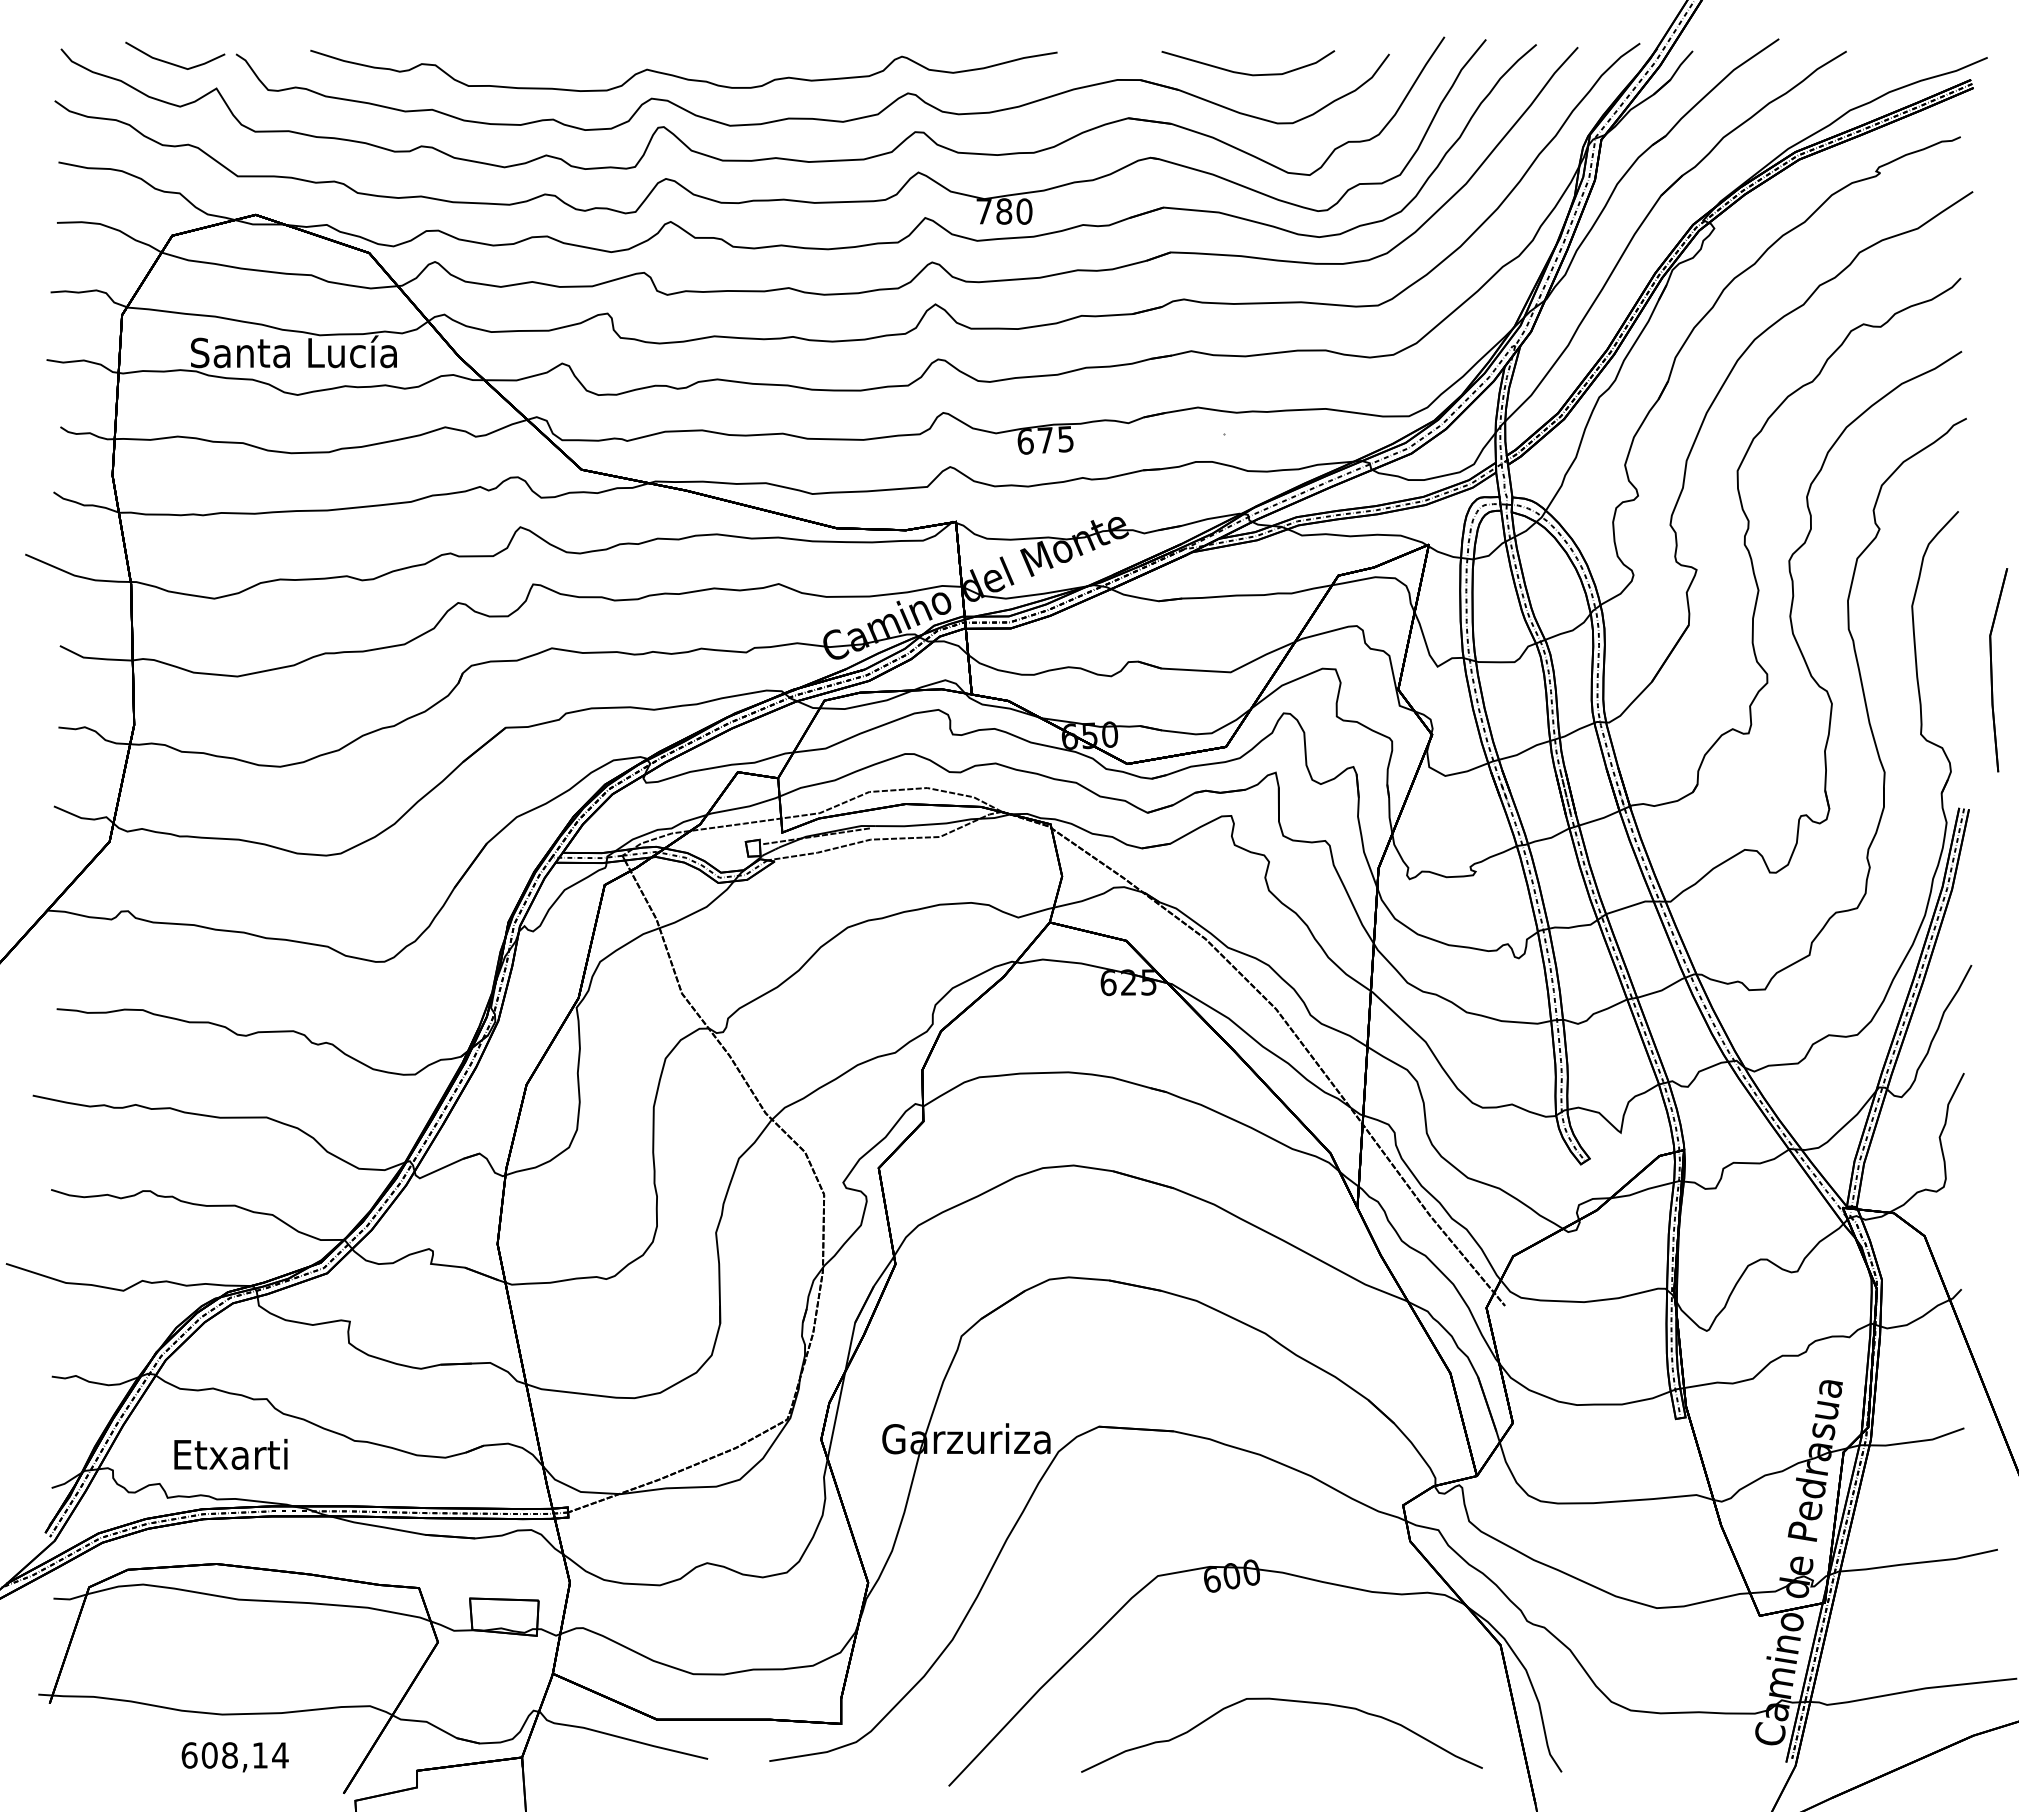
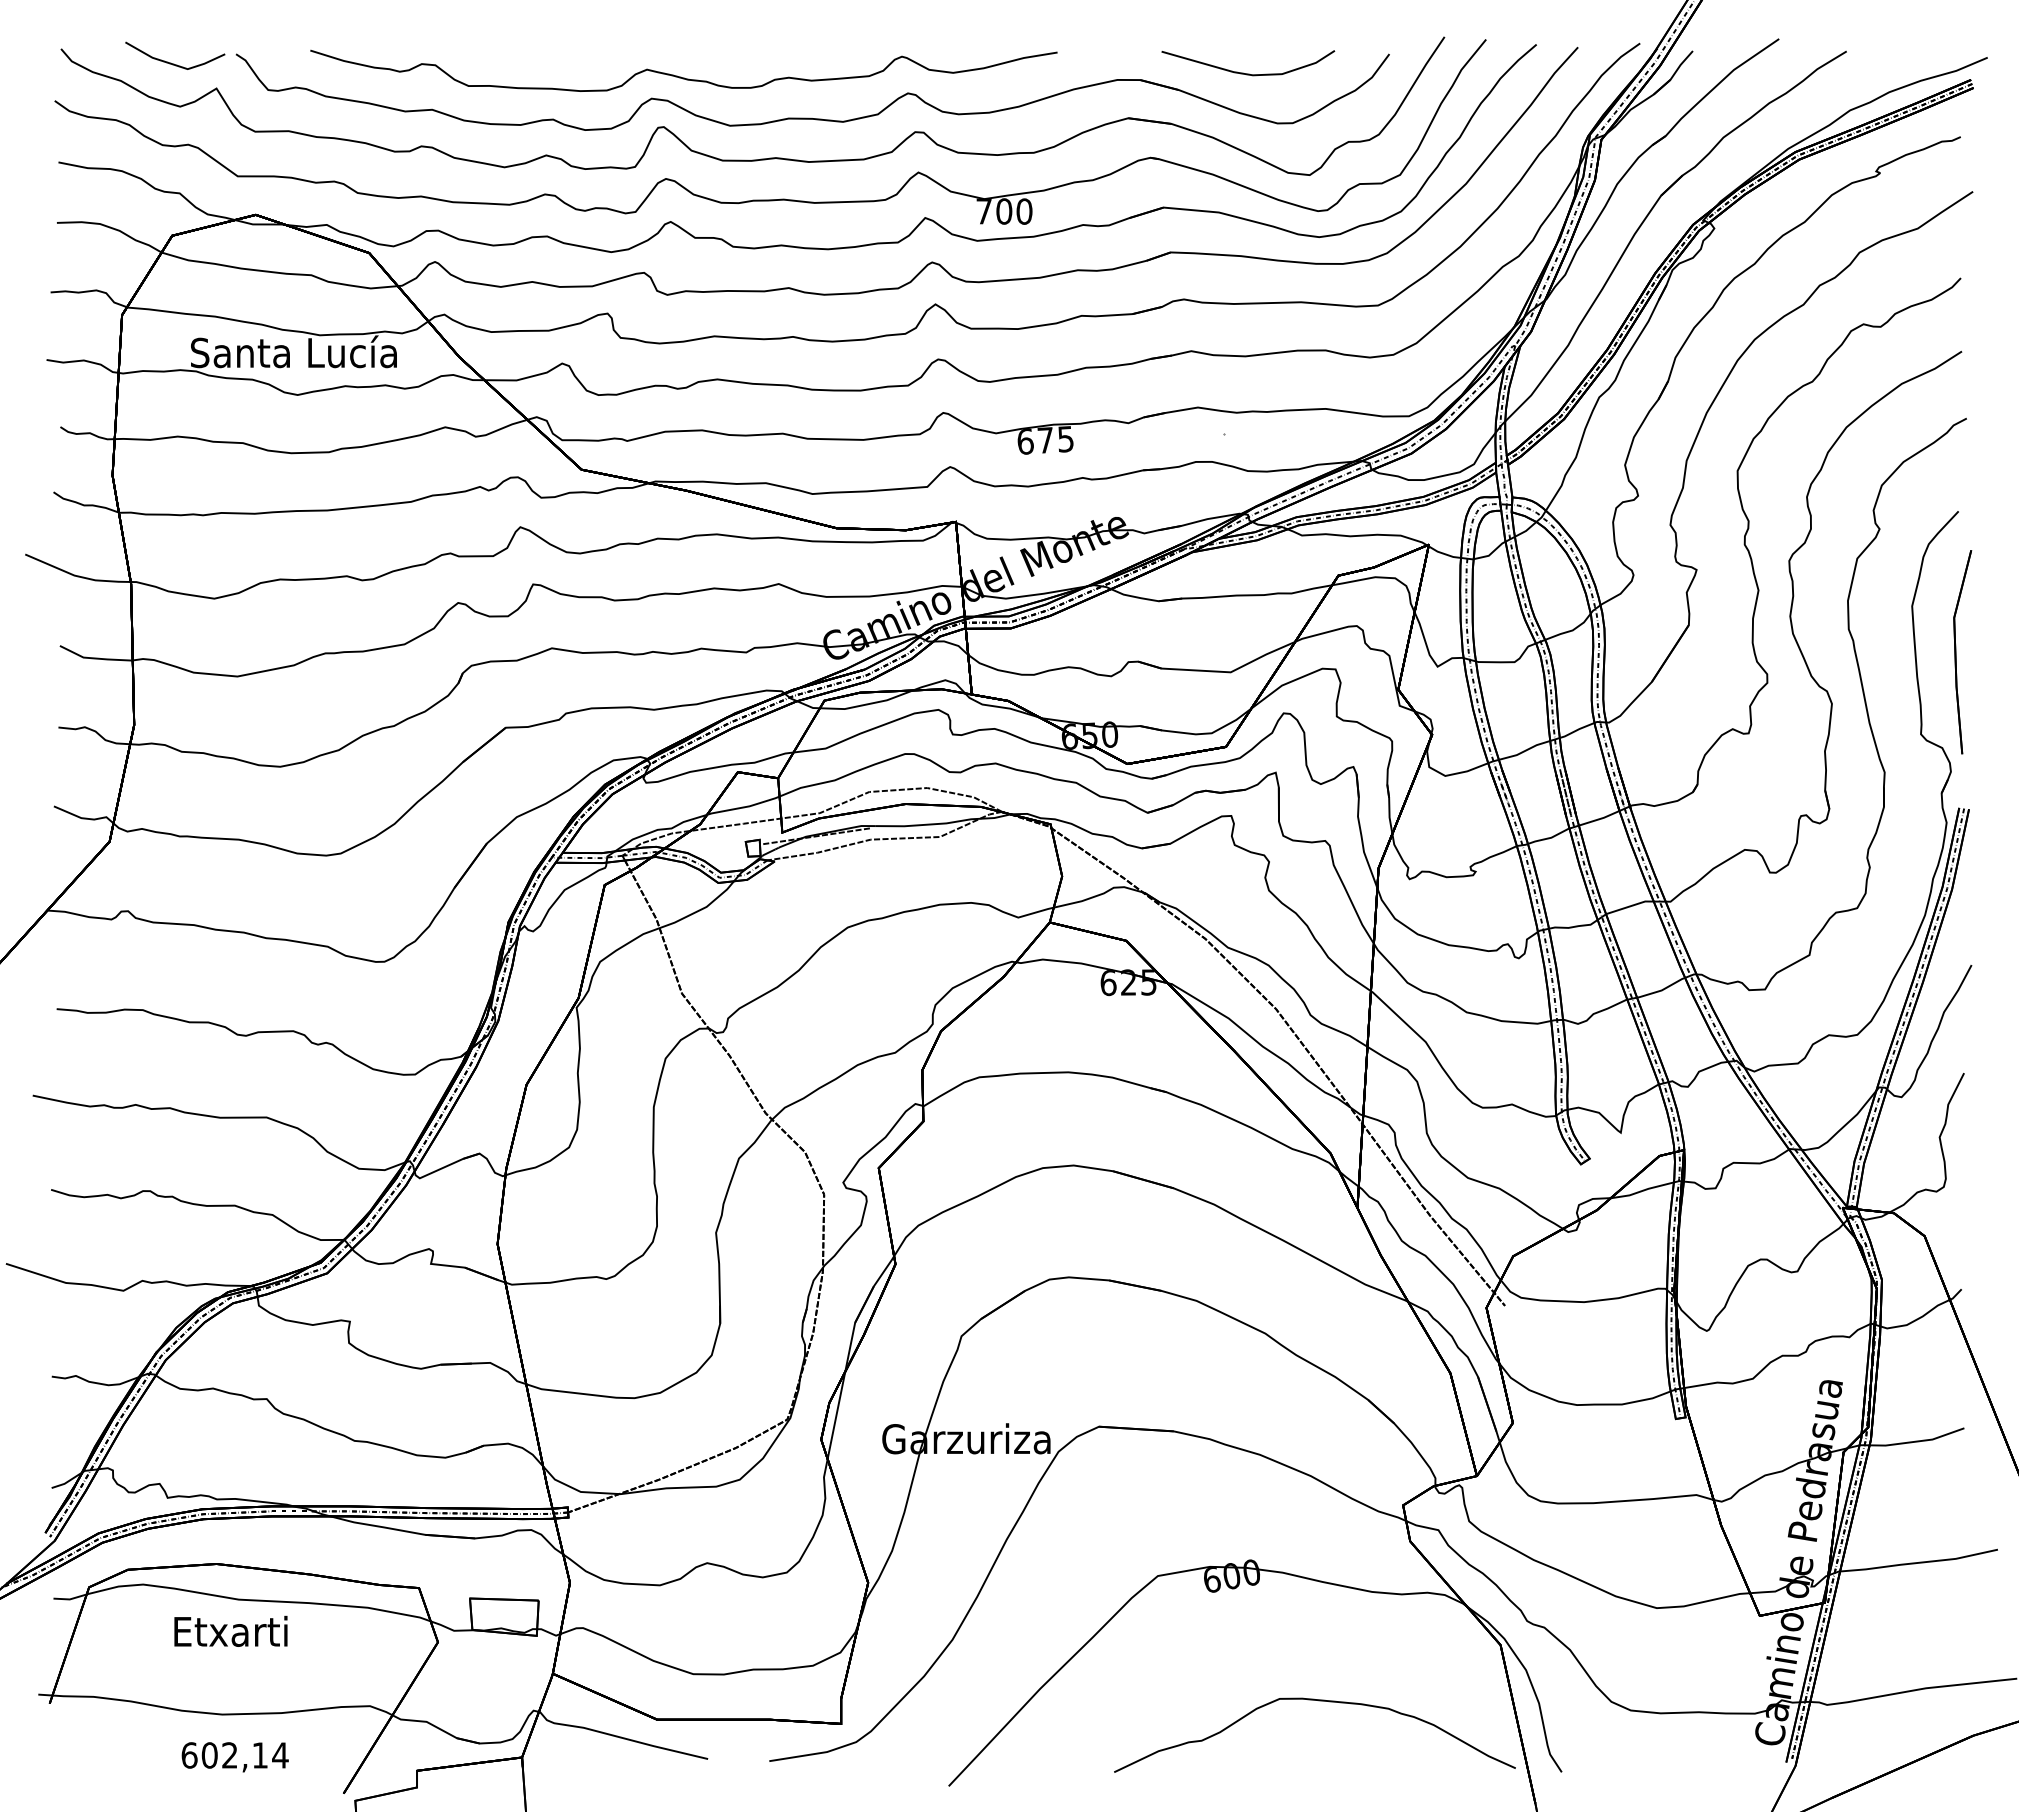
text at (1004, 211): 780 -> 700
part at (1998, 670) position: (1998, 670) -> (1962, 652)
text at (230, 1453) position: (230, 1453) -> (230, 1630)
curve at (1285, 1701) position: (1285, 1701) -> (1318, 1701)
text at (229, 1755): 608,14 -> 602,14
